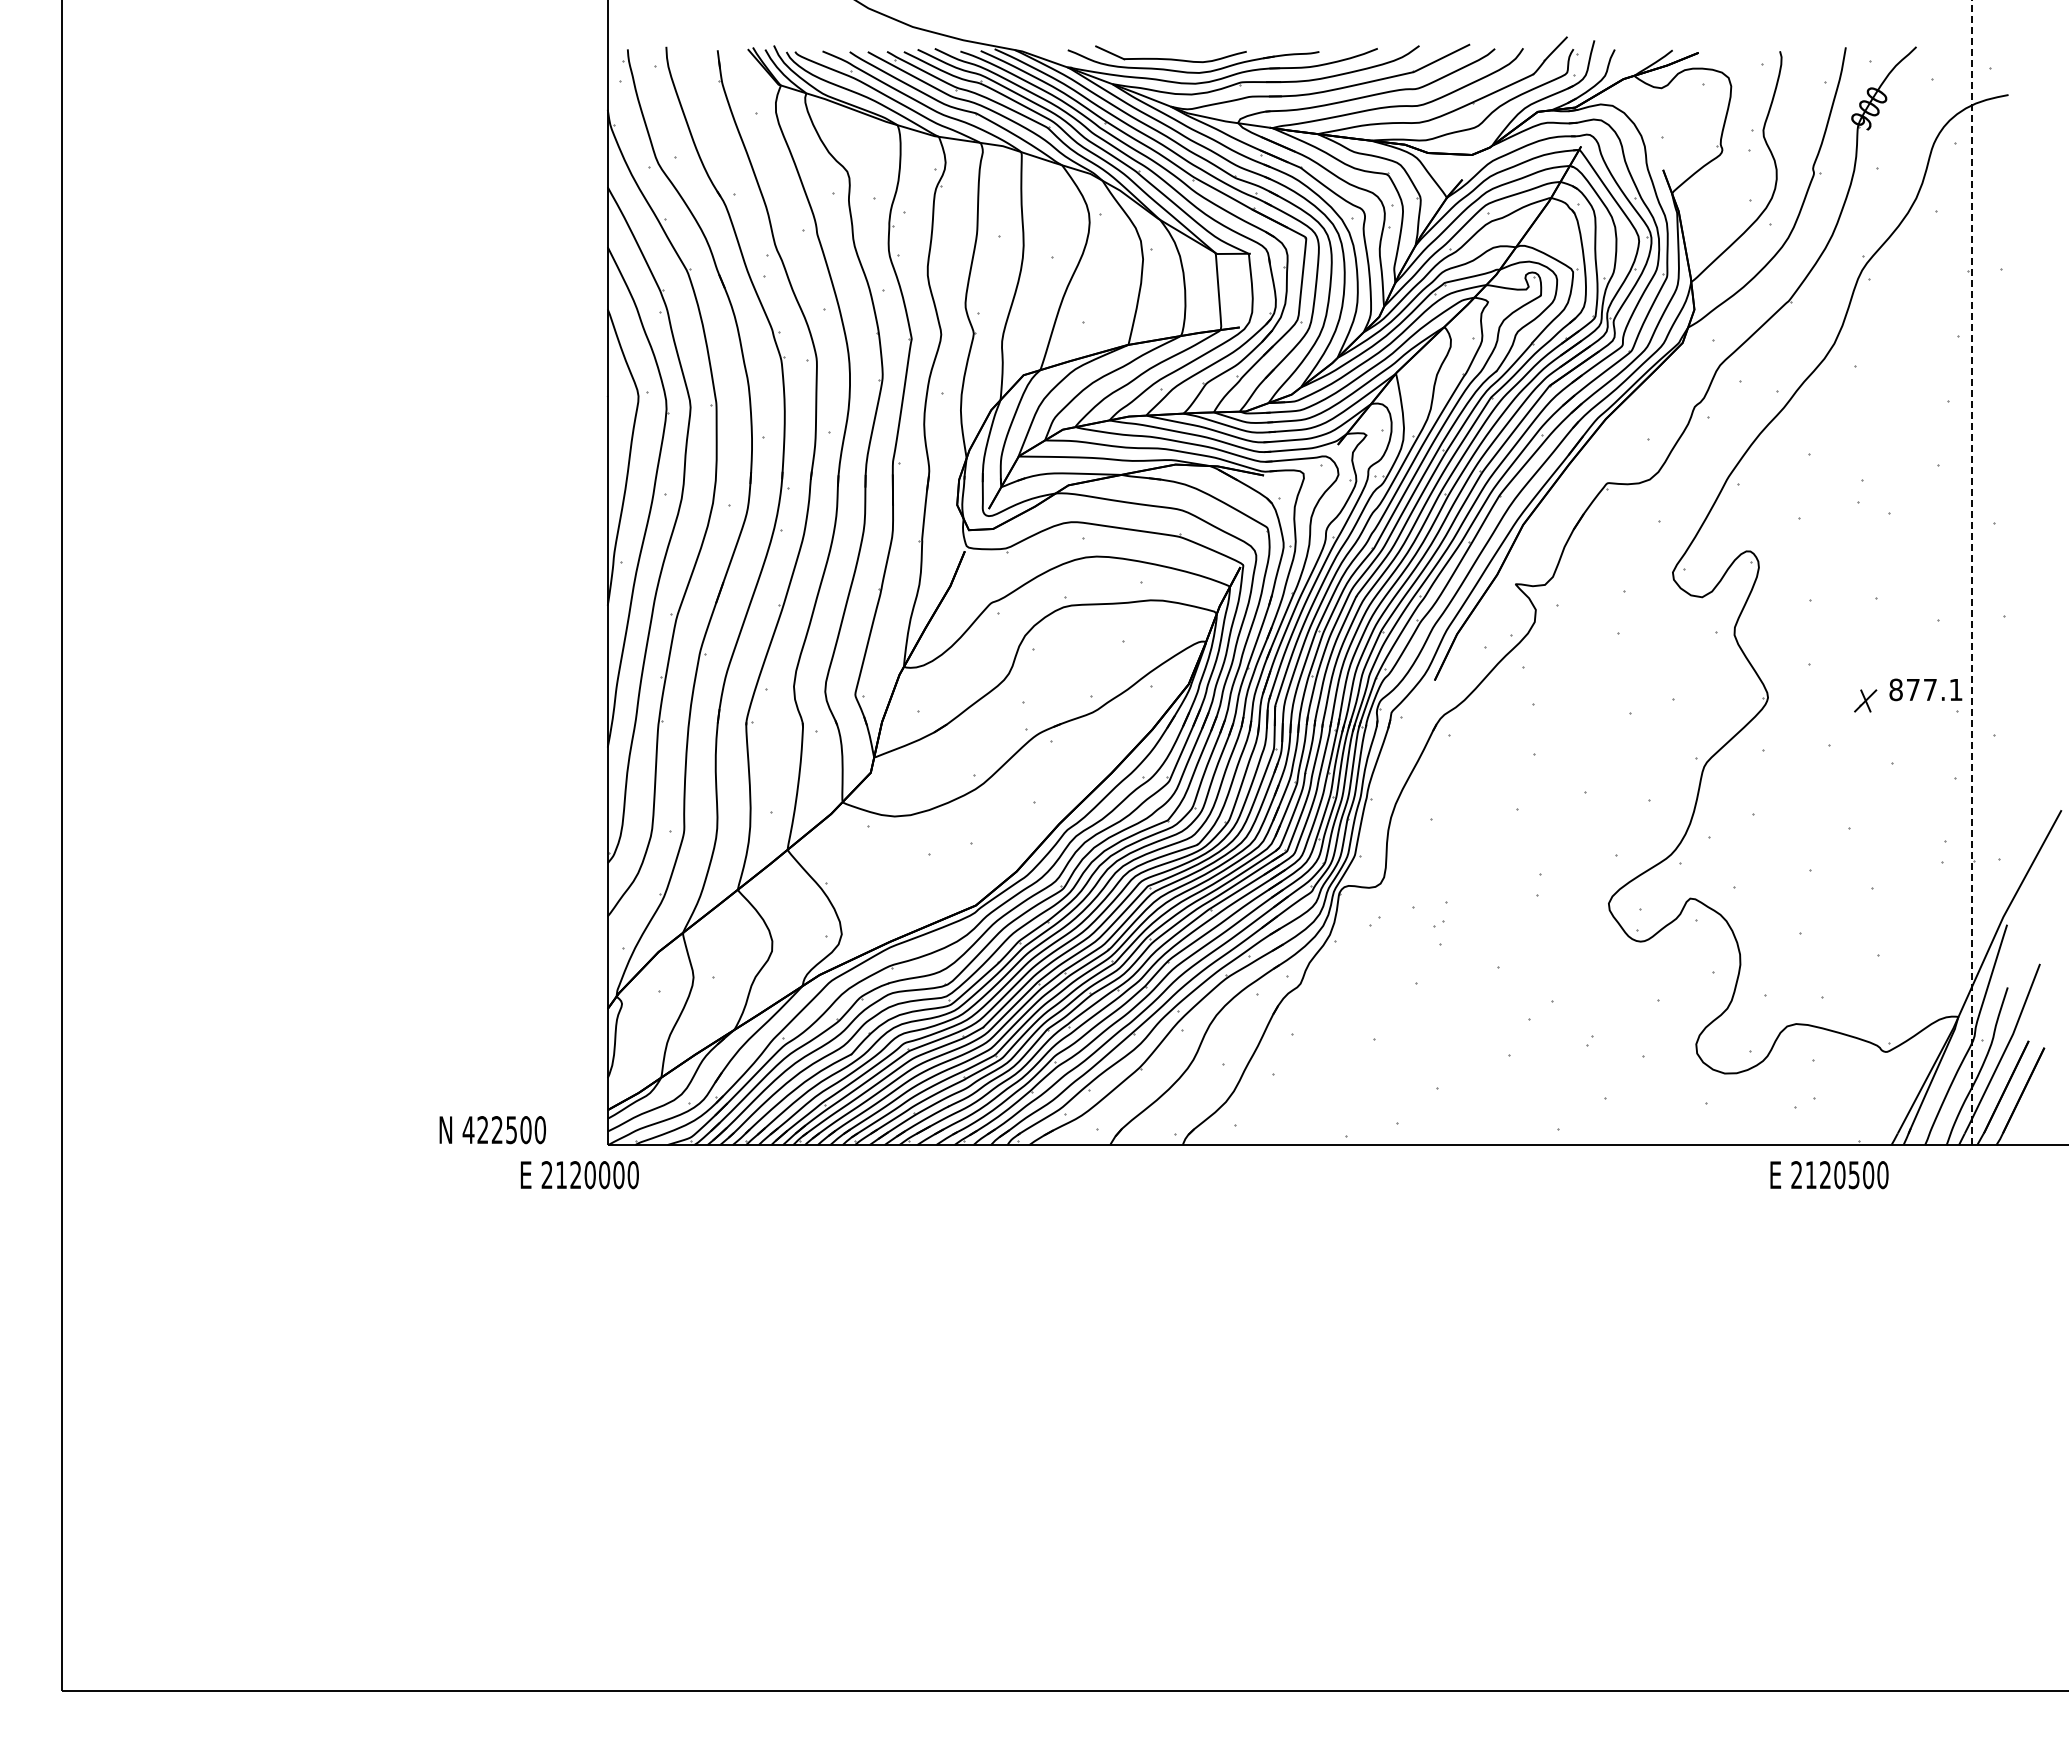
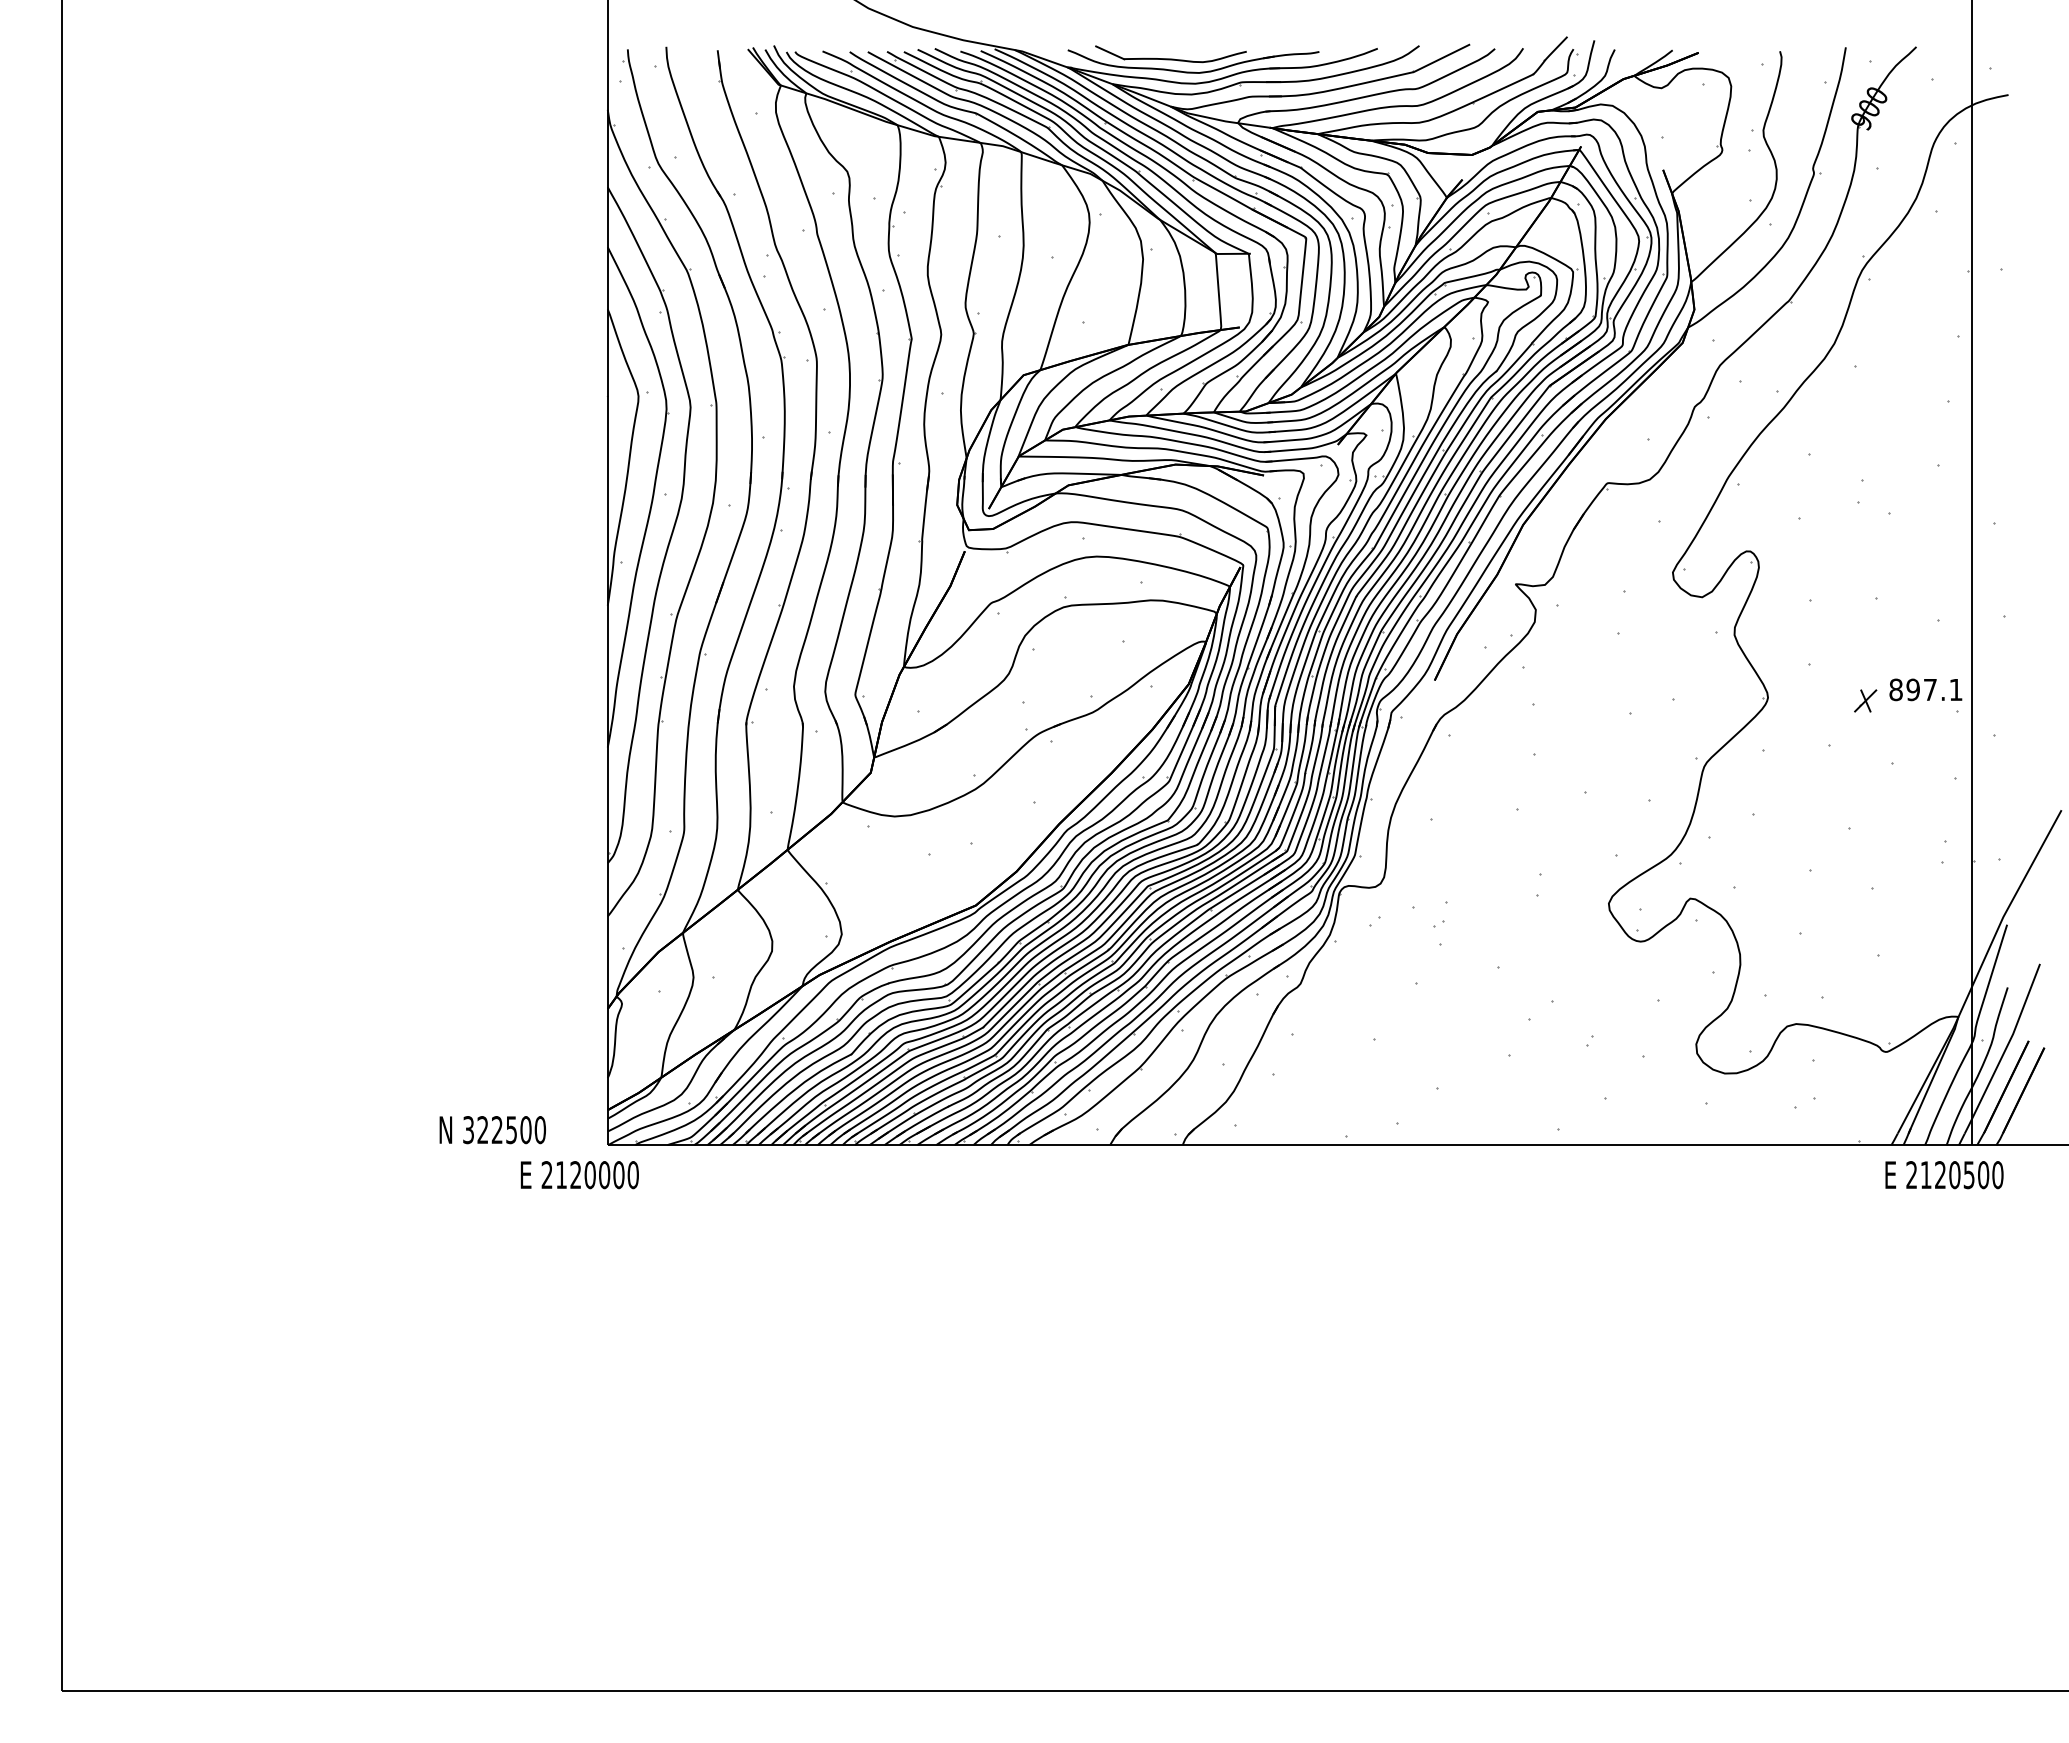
line at (1972, 572): dashed -> solid
text at (1912, 689): 877.1 -> 897.1
text at (468, 1130): 422500 -> 322500
text at (1829, 1175) position: (1829, 1175) -> (1944, 1175)
